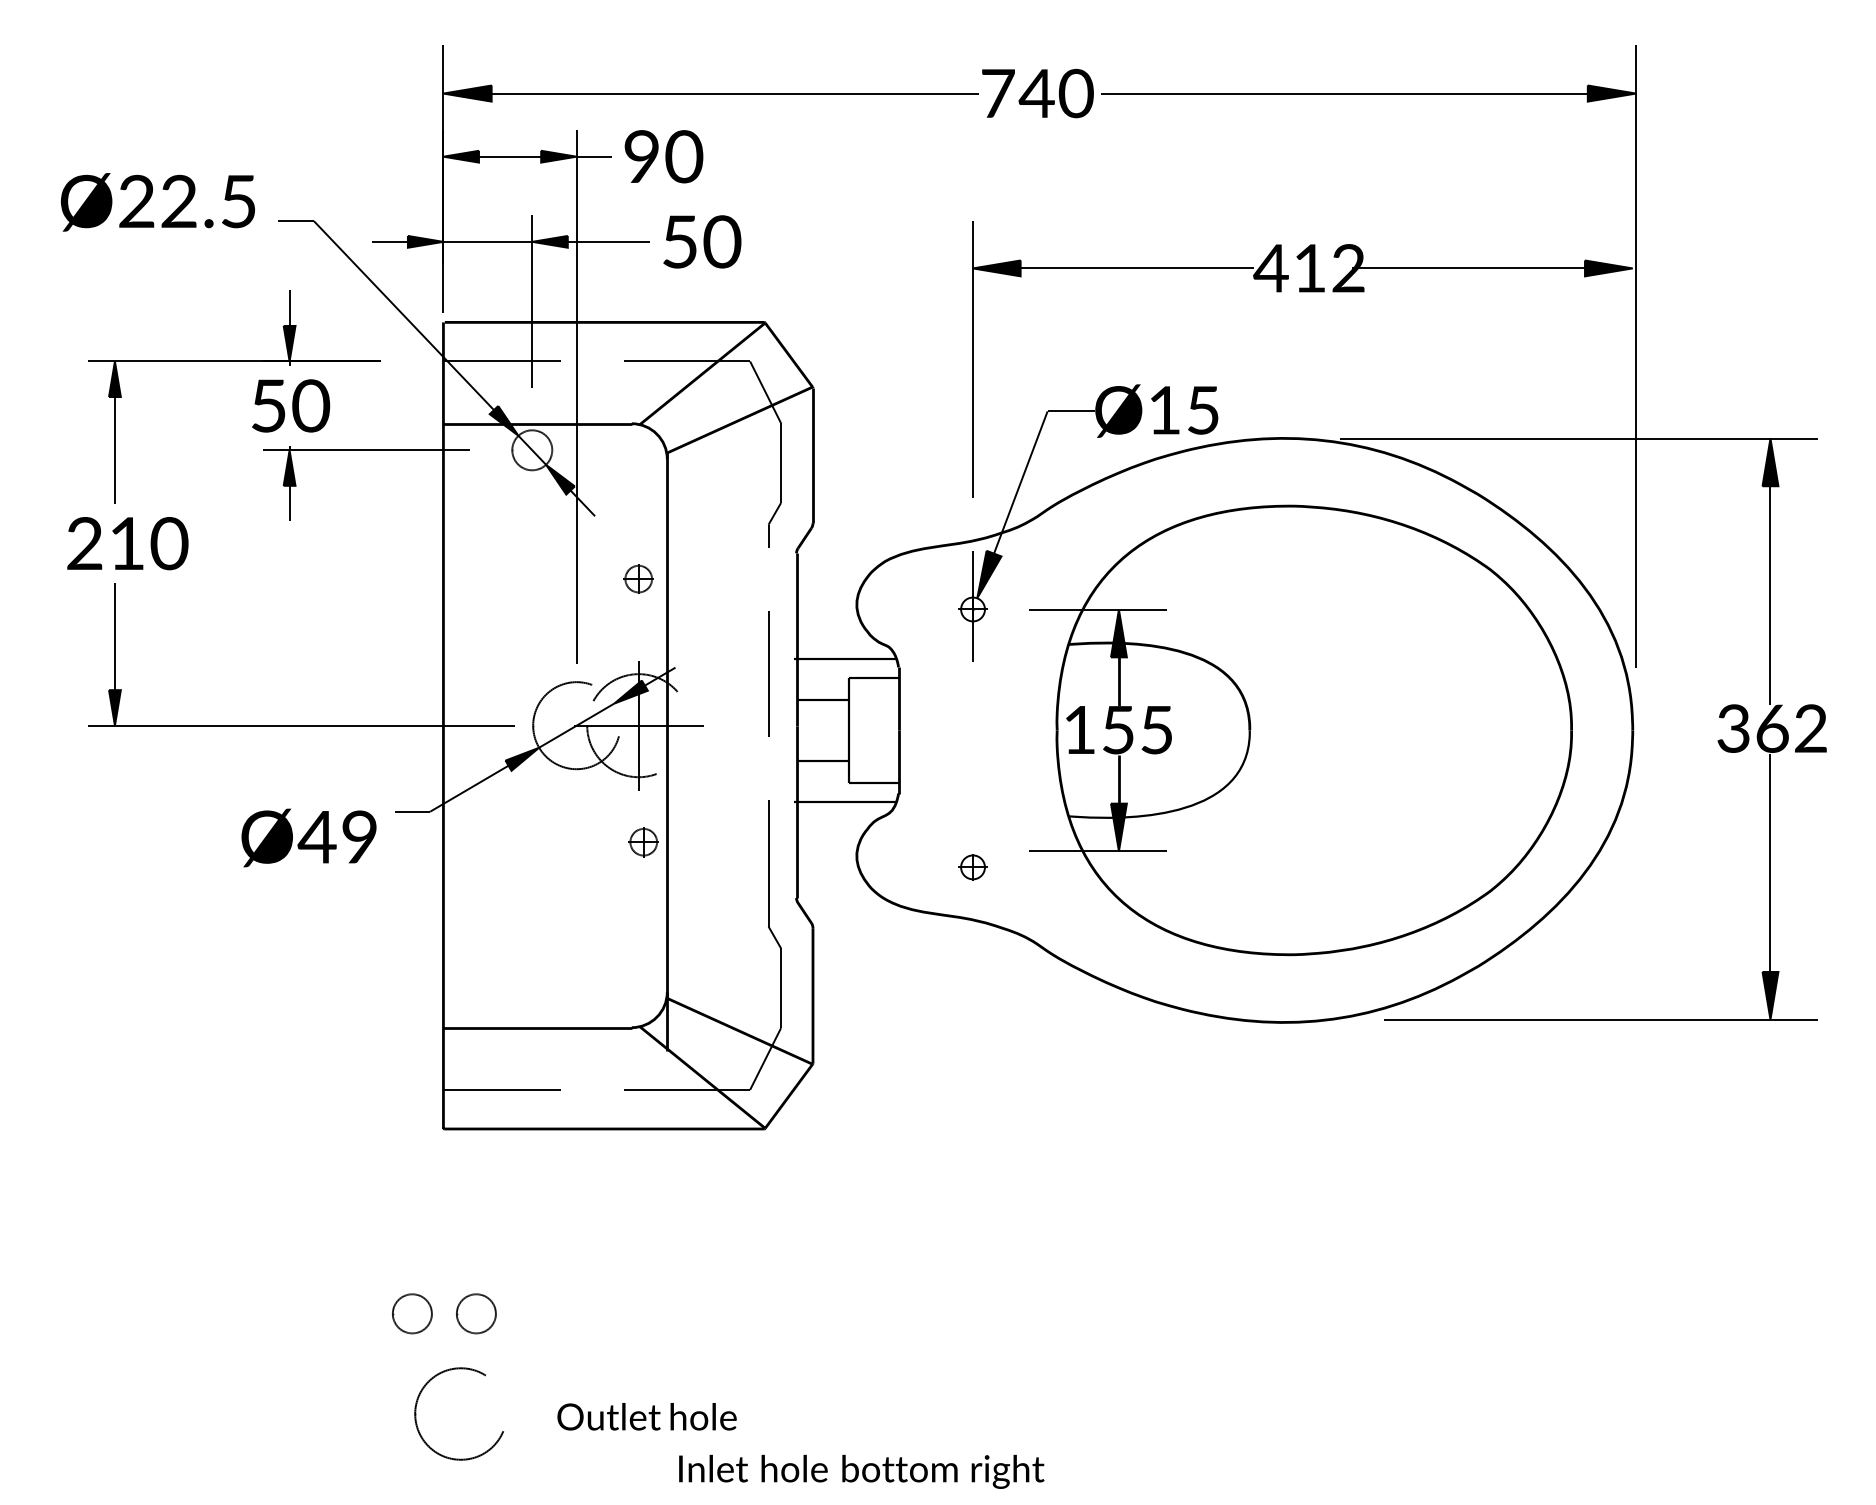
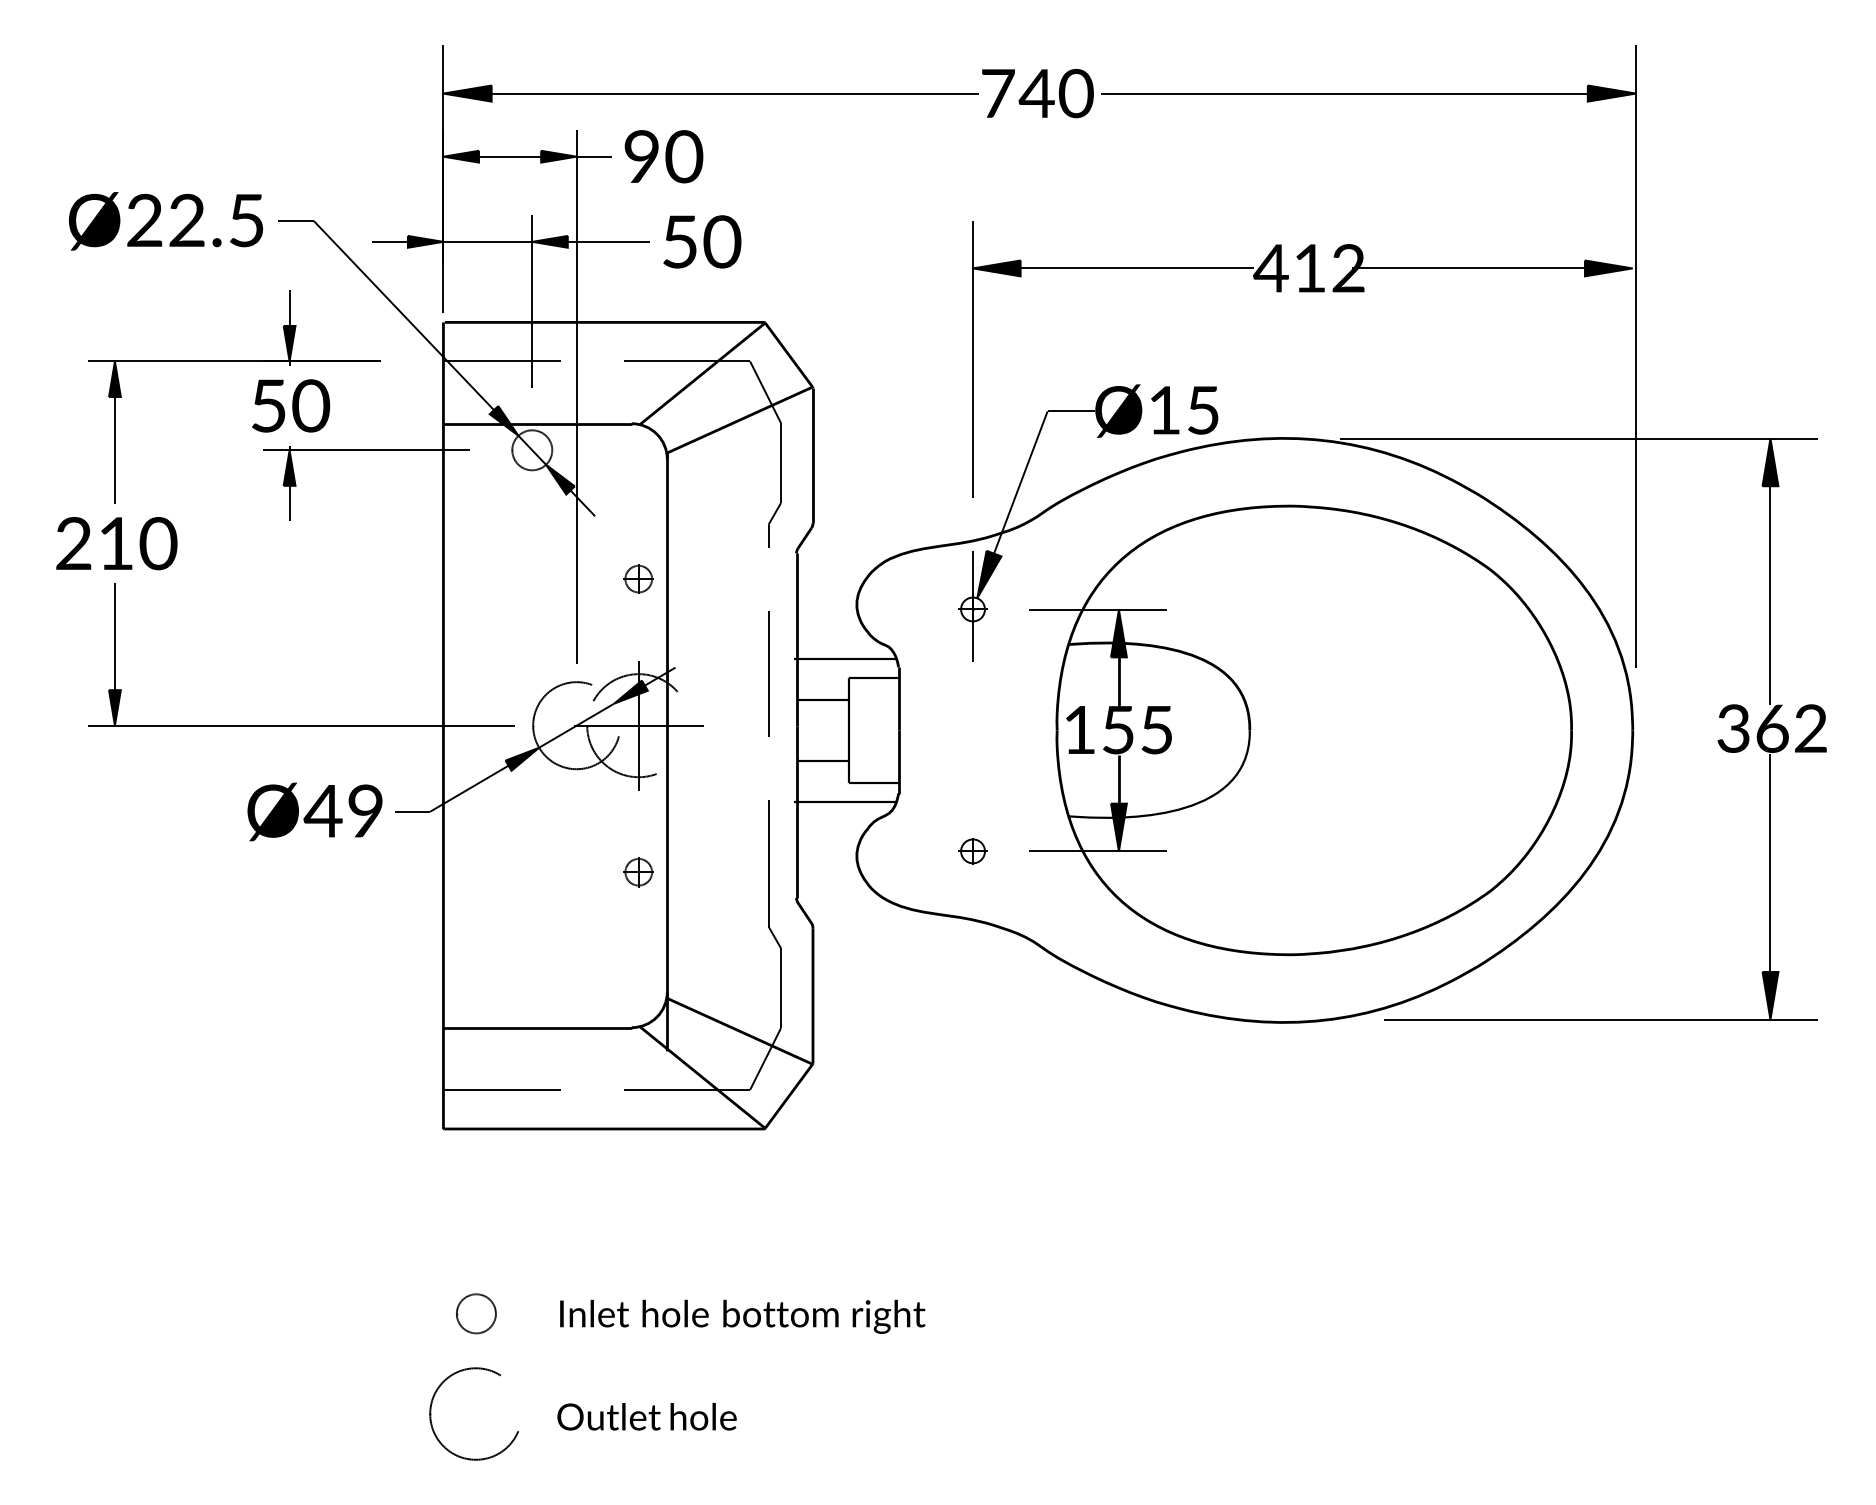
text at (157, 202) position: (157, 202) -> (165, 221)
text at (127, 543) position: (127, 543) -> (116, 543)
text at (308, 837) position: (308, 837) -> (314, 811)
part at (643, 842) position: (643, 842) -> (638, 872)
part at (972, 867) position: (972, 867) -> (972, 851)
part at (412, 1313): present -> none
part at (417, 1404) position: (417, 1404) -> (432, 1404)
text at (861, 1471) position: (861, 1471) -> (742, 1316)
